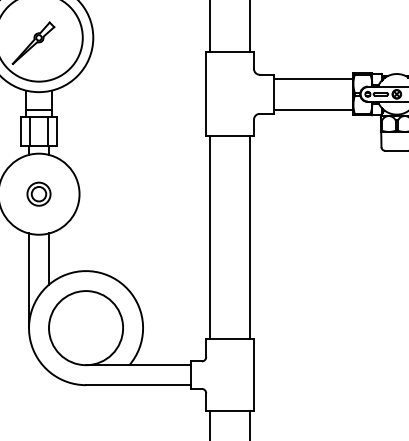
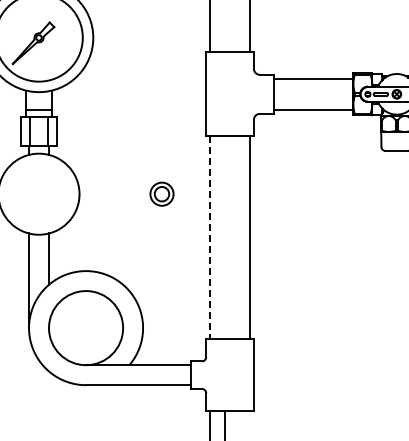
part at (38, 193) position: (38, 193) -> (161, 193)
line at (210, 238): solid -> dashed
line at (249, 424) position: (249, 424) -> (224, 424)
